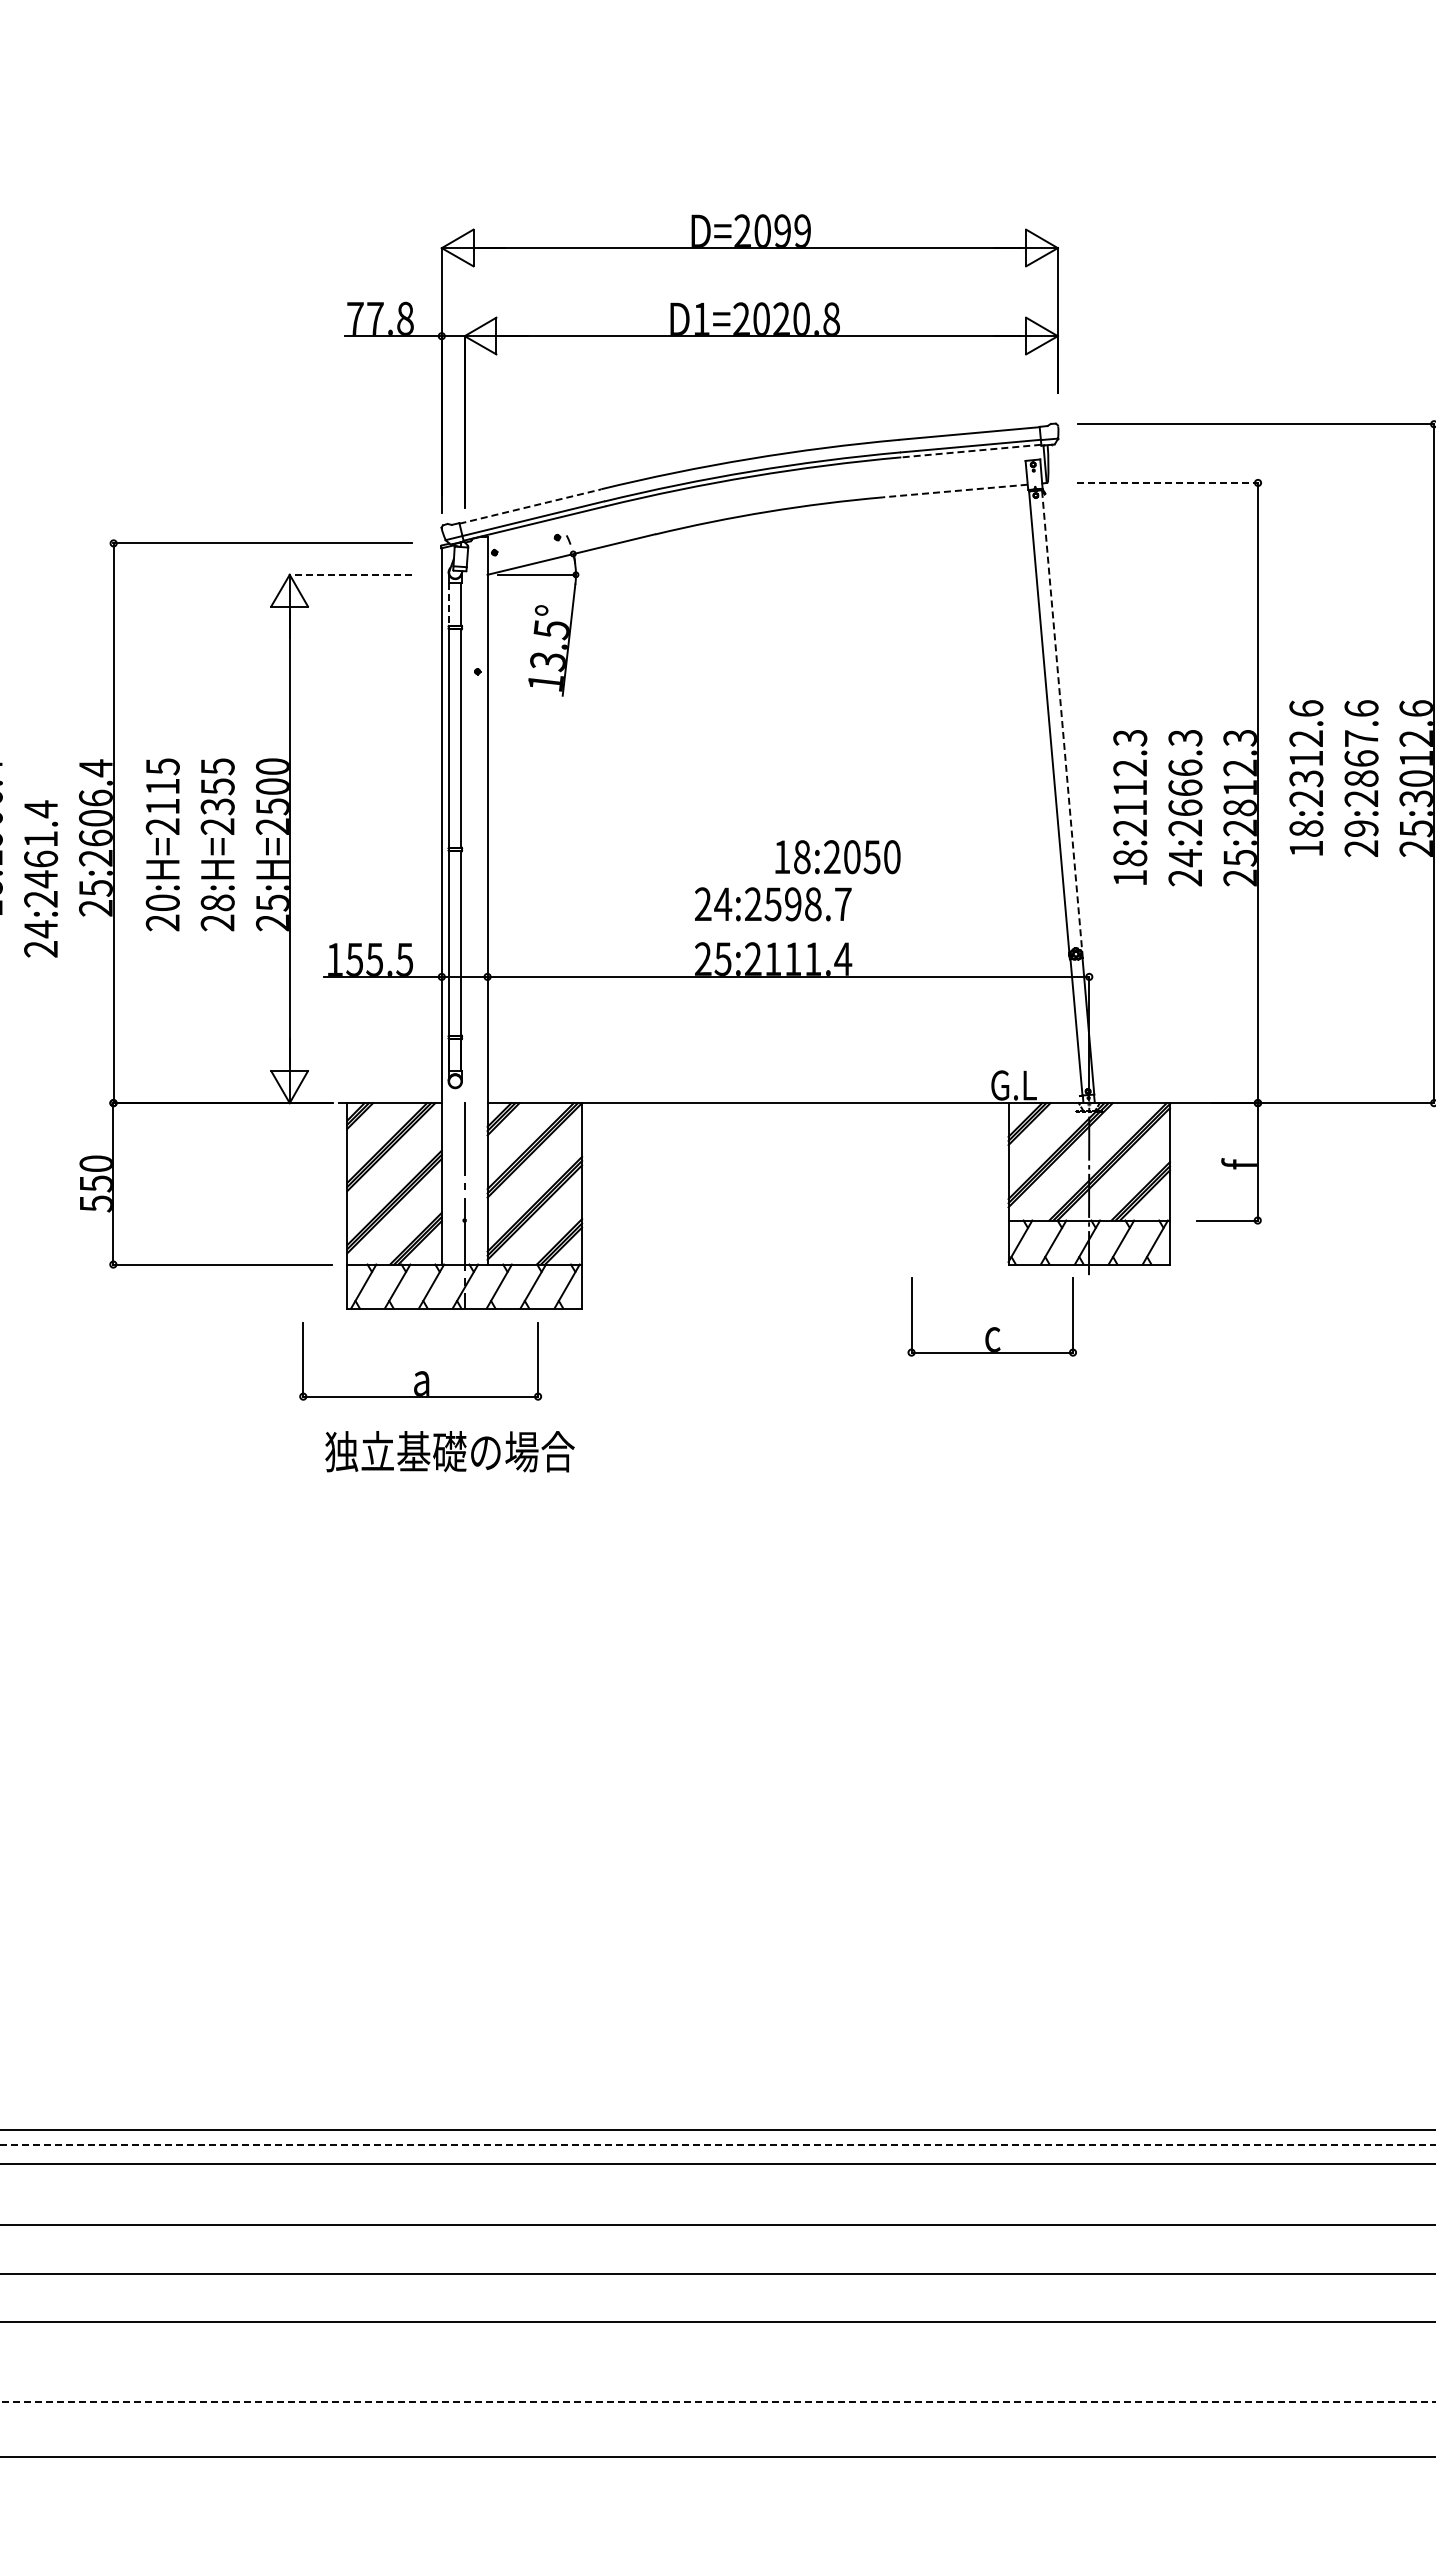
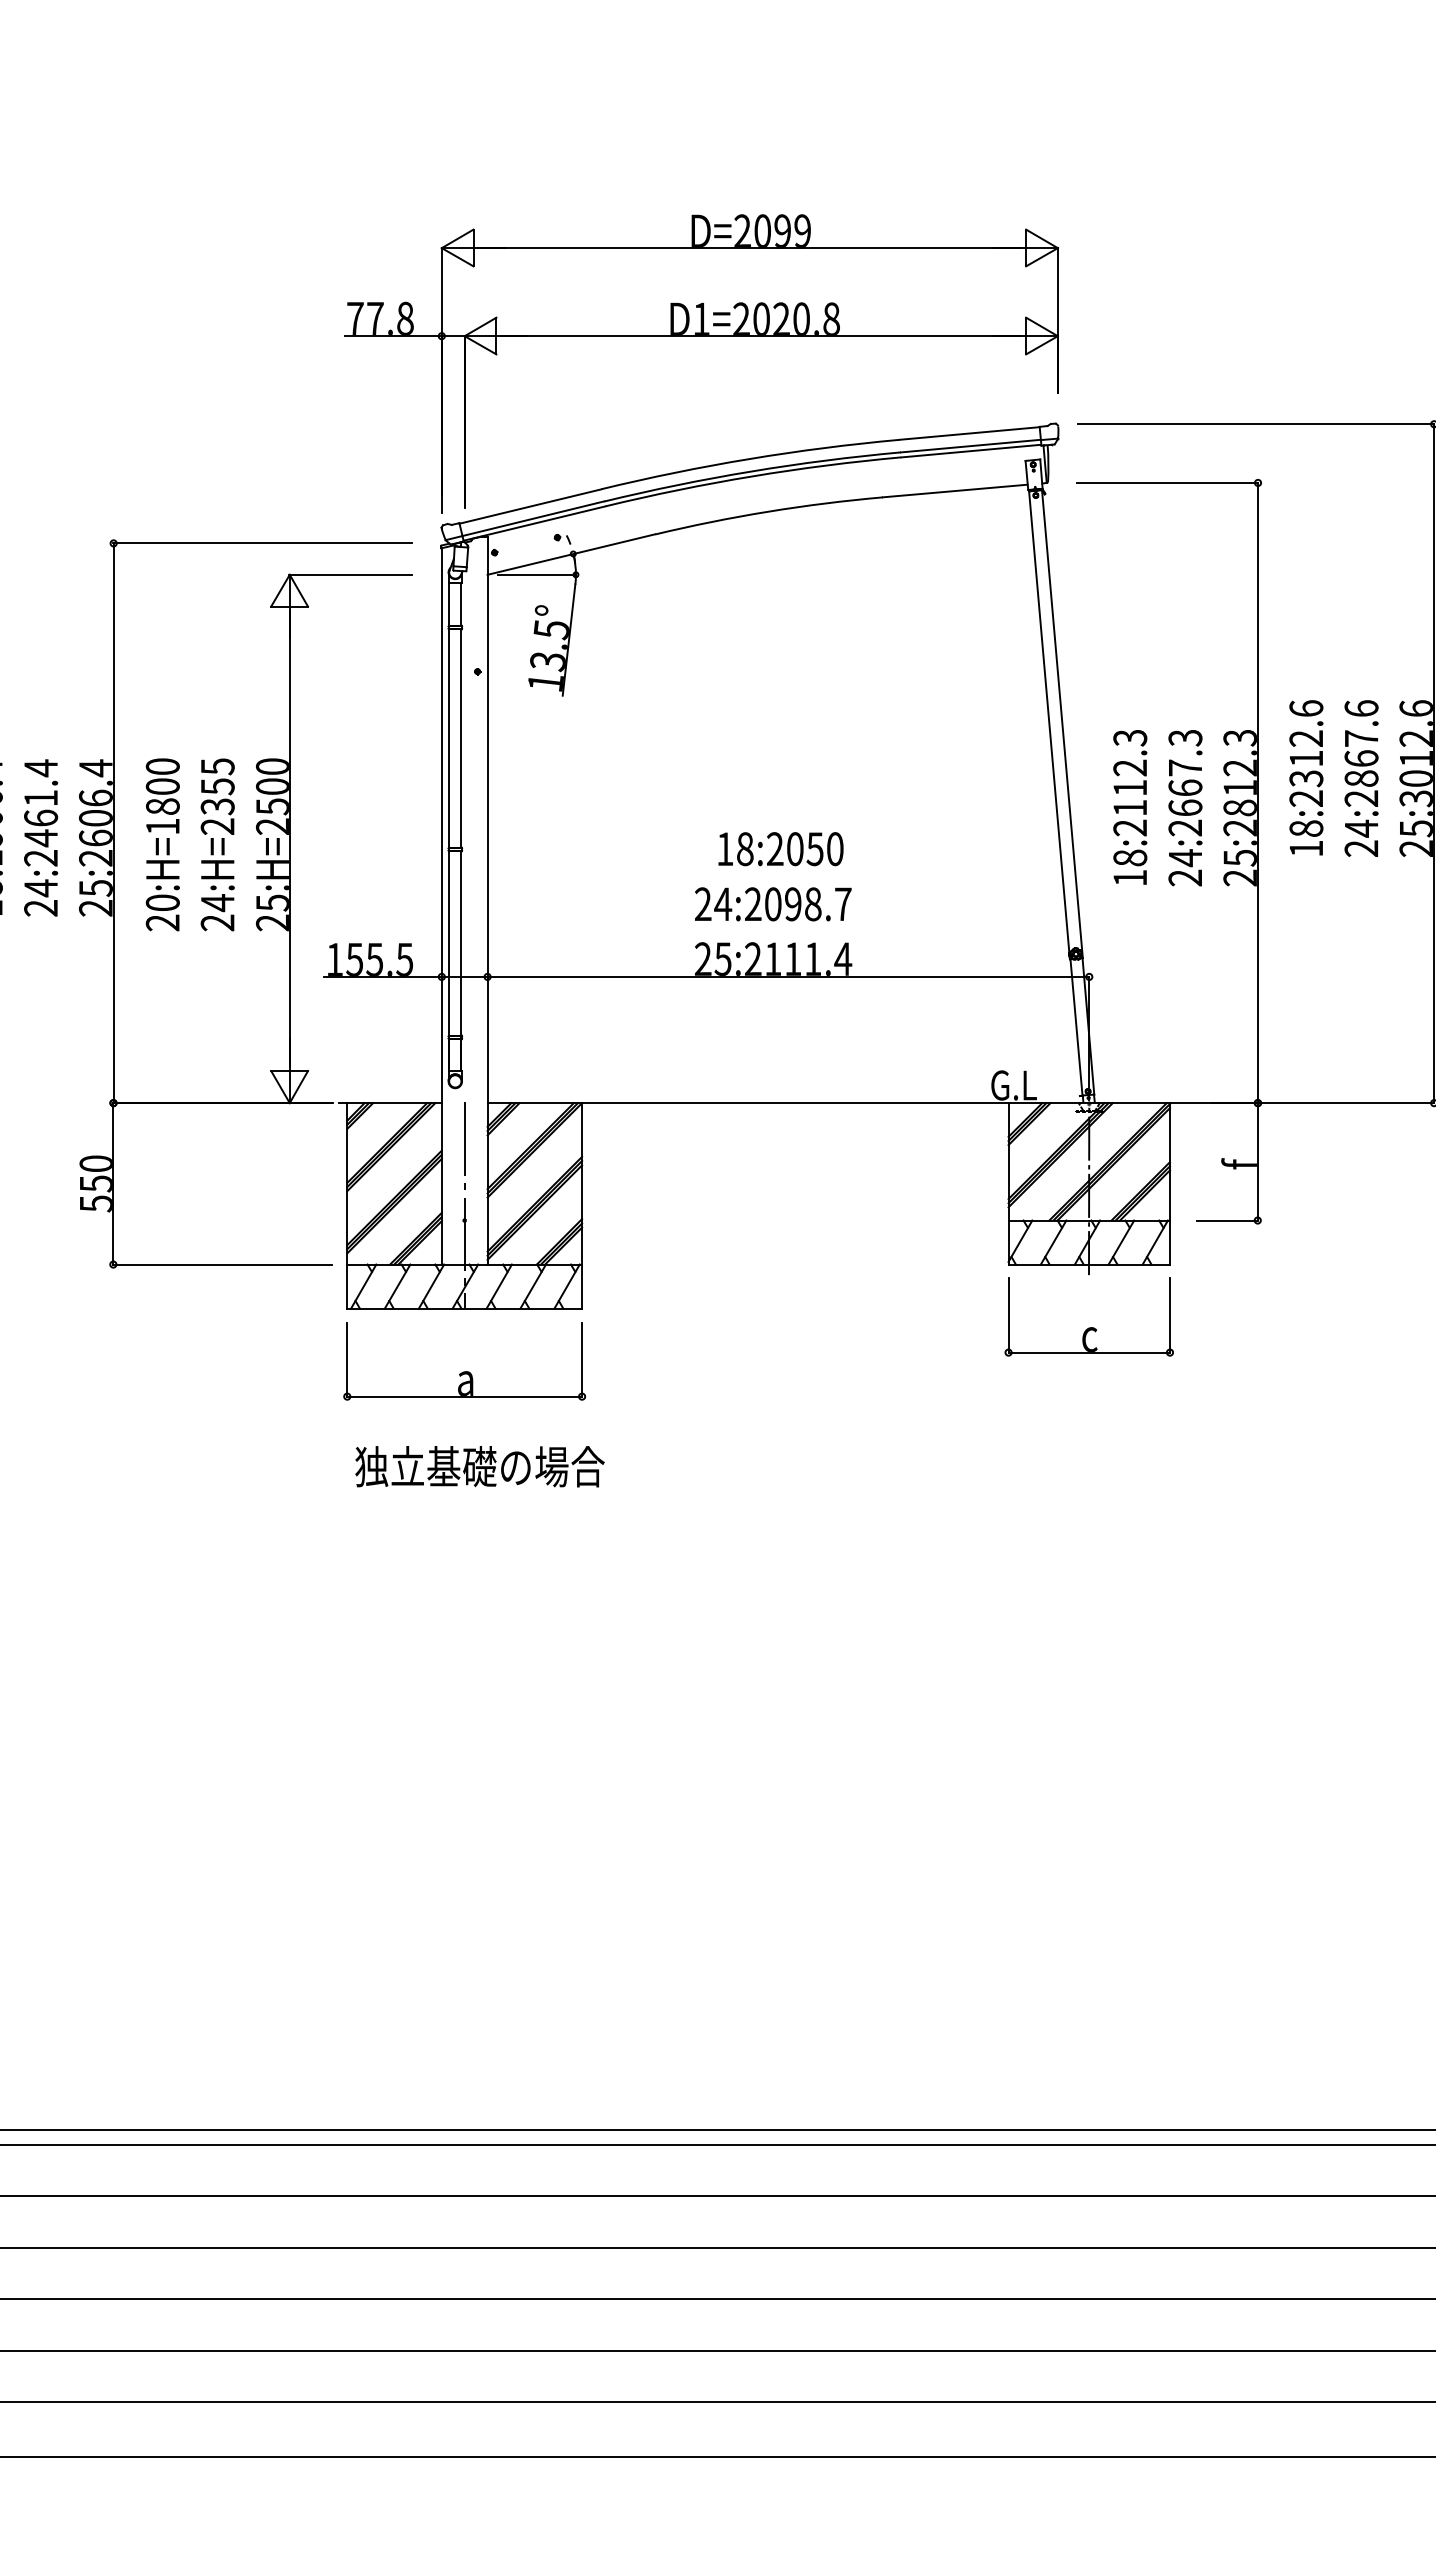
line at (970, 451): dashed -> solid
line at (1167, 482): dashed -> solid
line at (955, 491): dashed -> solid
line at (530, 506): dashed -> solid
line at (350, 574): dashed -> solid
line at (449, 604): dashed -> solid
line at (1062, 724): dashed -> solid
text at (1185, 767): 24:2666.3 -> 24:2667.3
text at (162, 796): 20:H=2115 -> 20:H=1800
text at (1361, 828): 29:2867.6 -> 24:2867.6
text at (837, 857) position: (837, 857) -> (780, 849)
text at (41, 878) position: (41, 878) -> (41, 837)
text at (217, 903): 28:H=2355 -> 24:H=2355
text at (772, 904): 24:2598.7 -> 24:2098.7
part at (991, 1327) position: (991, 1327) -> (1088, 1327)
part at (420, 1371) position: (420, 1371) -> (464, 1371)
text at (449, 1451) position: (449, 1451) -> (479, 1466)
line at (717, 2145): dashed -> solid
line at (717, 2164) position: (717, 2164) -> (717, 2196)
line at (717, 2224) position: (717, 2224) -> (717, 2247)
line at (717, 2273) position: (717, 2273) -> (717, 2298)
line at (717, 2321) position: (717, 2321) -> (717, 2350)
line at (718, 2401): dashed -> solid
